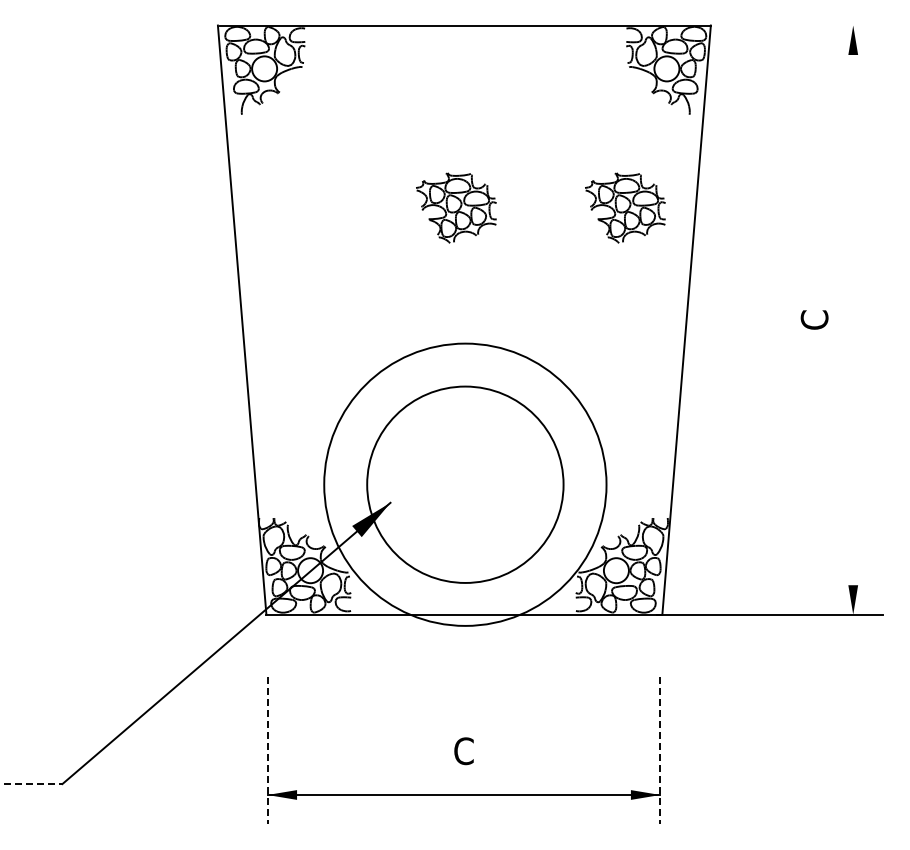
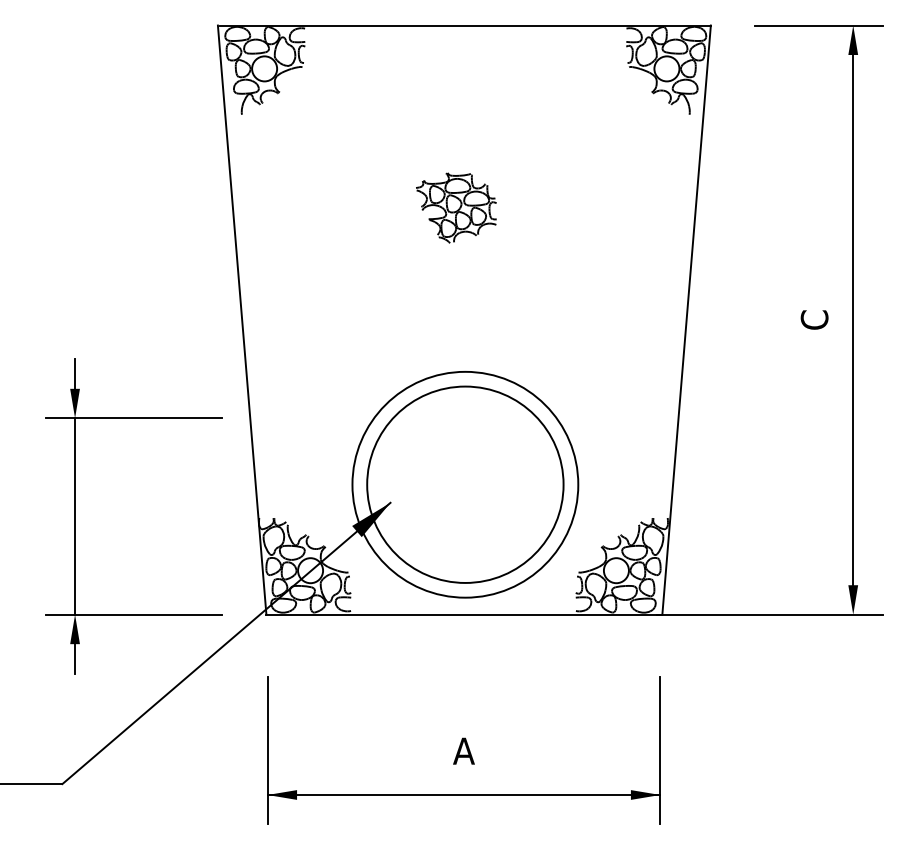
line at (818, 25): none -> present
part at (625, 207): present -> none
line at (853, 320): none -> present
circle at (465, 484) diameter: 282 px -> 226 px
part at (75, 516): none -> present
line at (267, 750): dashed -> solid
line at (660, 750): dashed -> solid
text at (463, 751): C -> A
line at (31, 784): dashed -> solid
